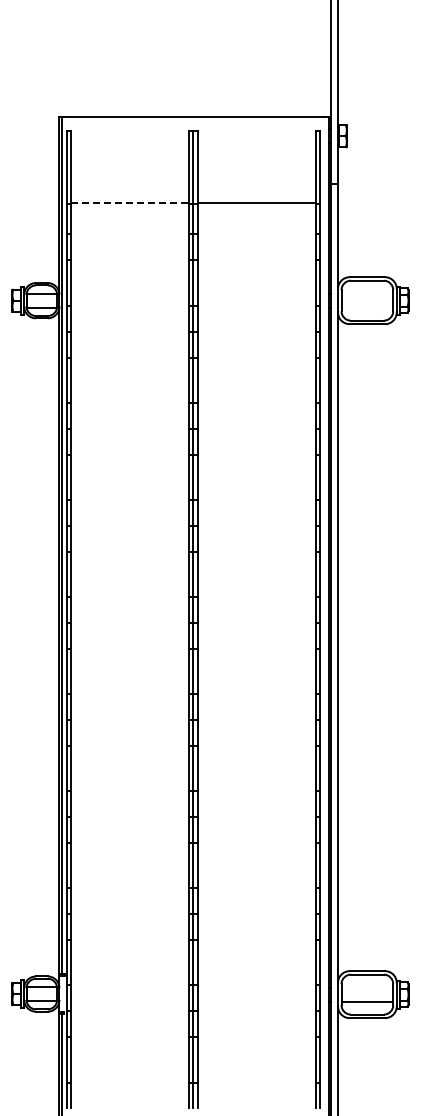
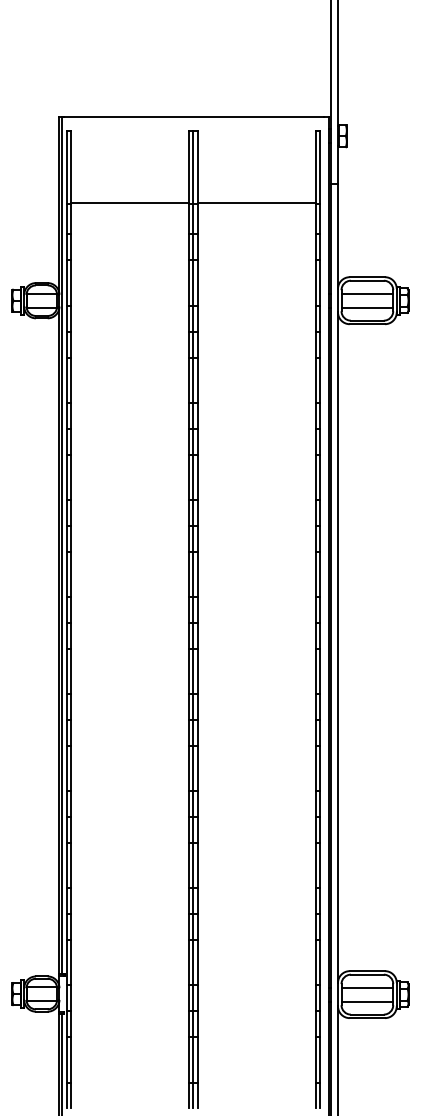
line at (129, 203): dashed -> solid
line at (367, 293): none -> present
line at (367, 307): none -> present
line at (367, 987): none -> present
